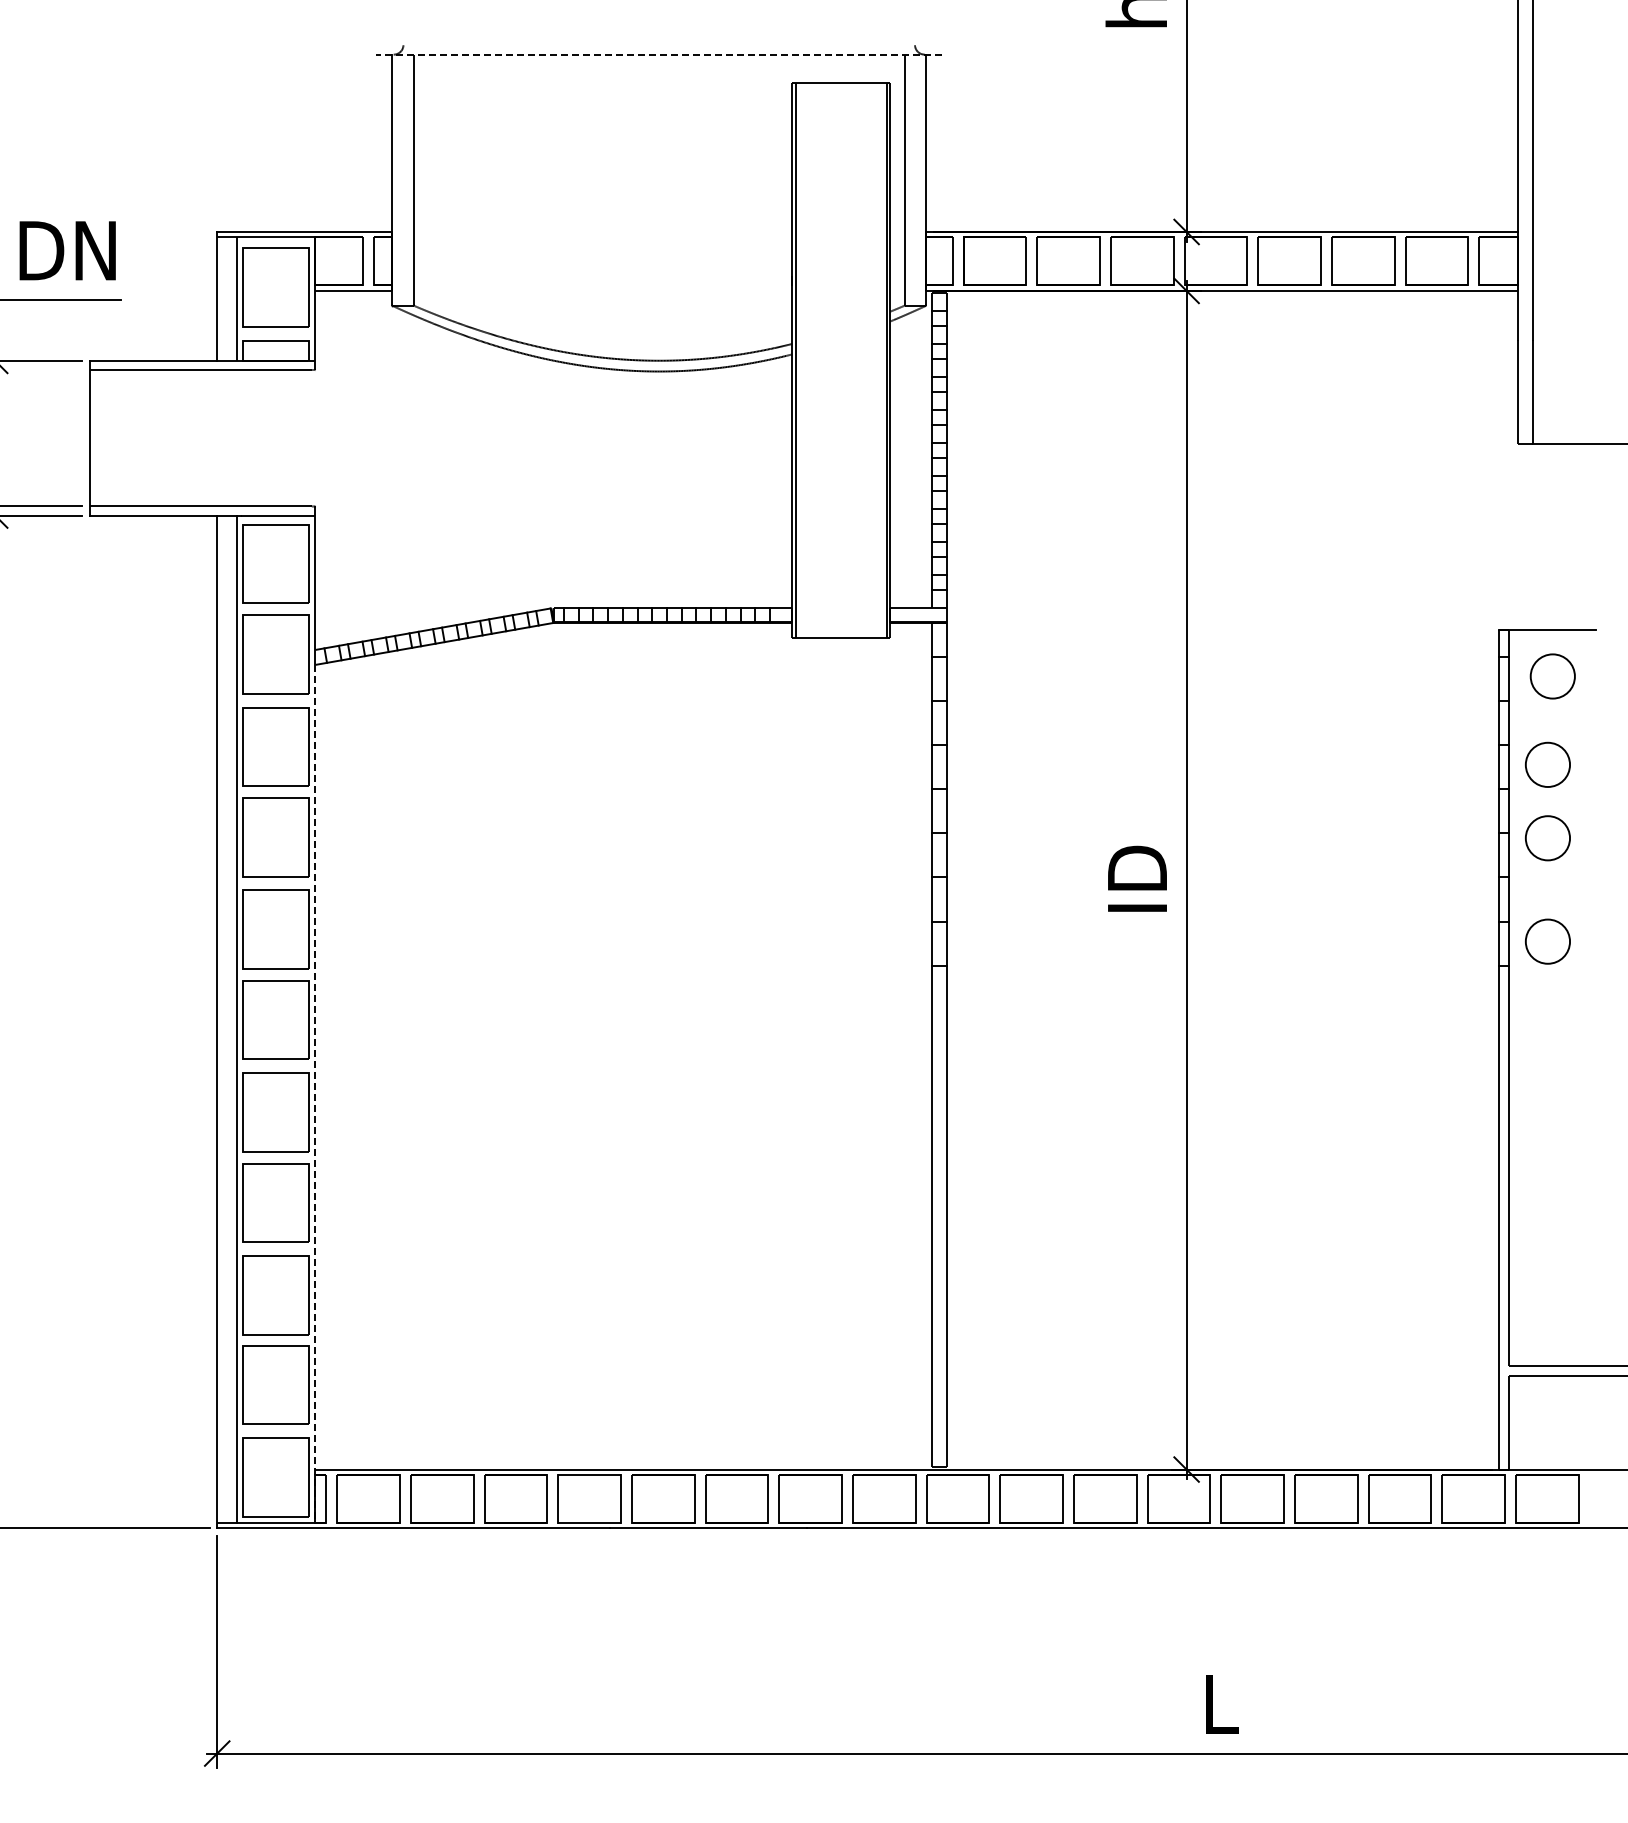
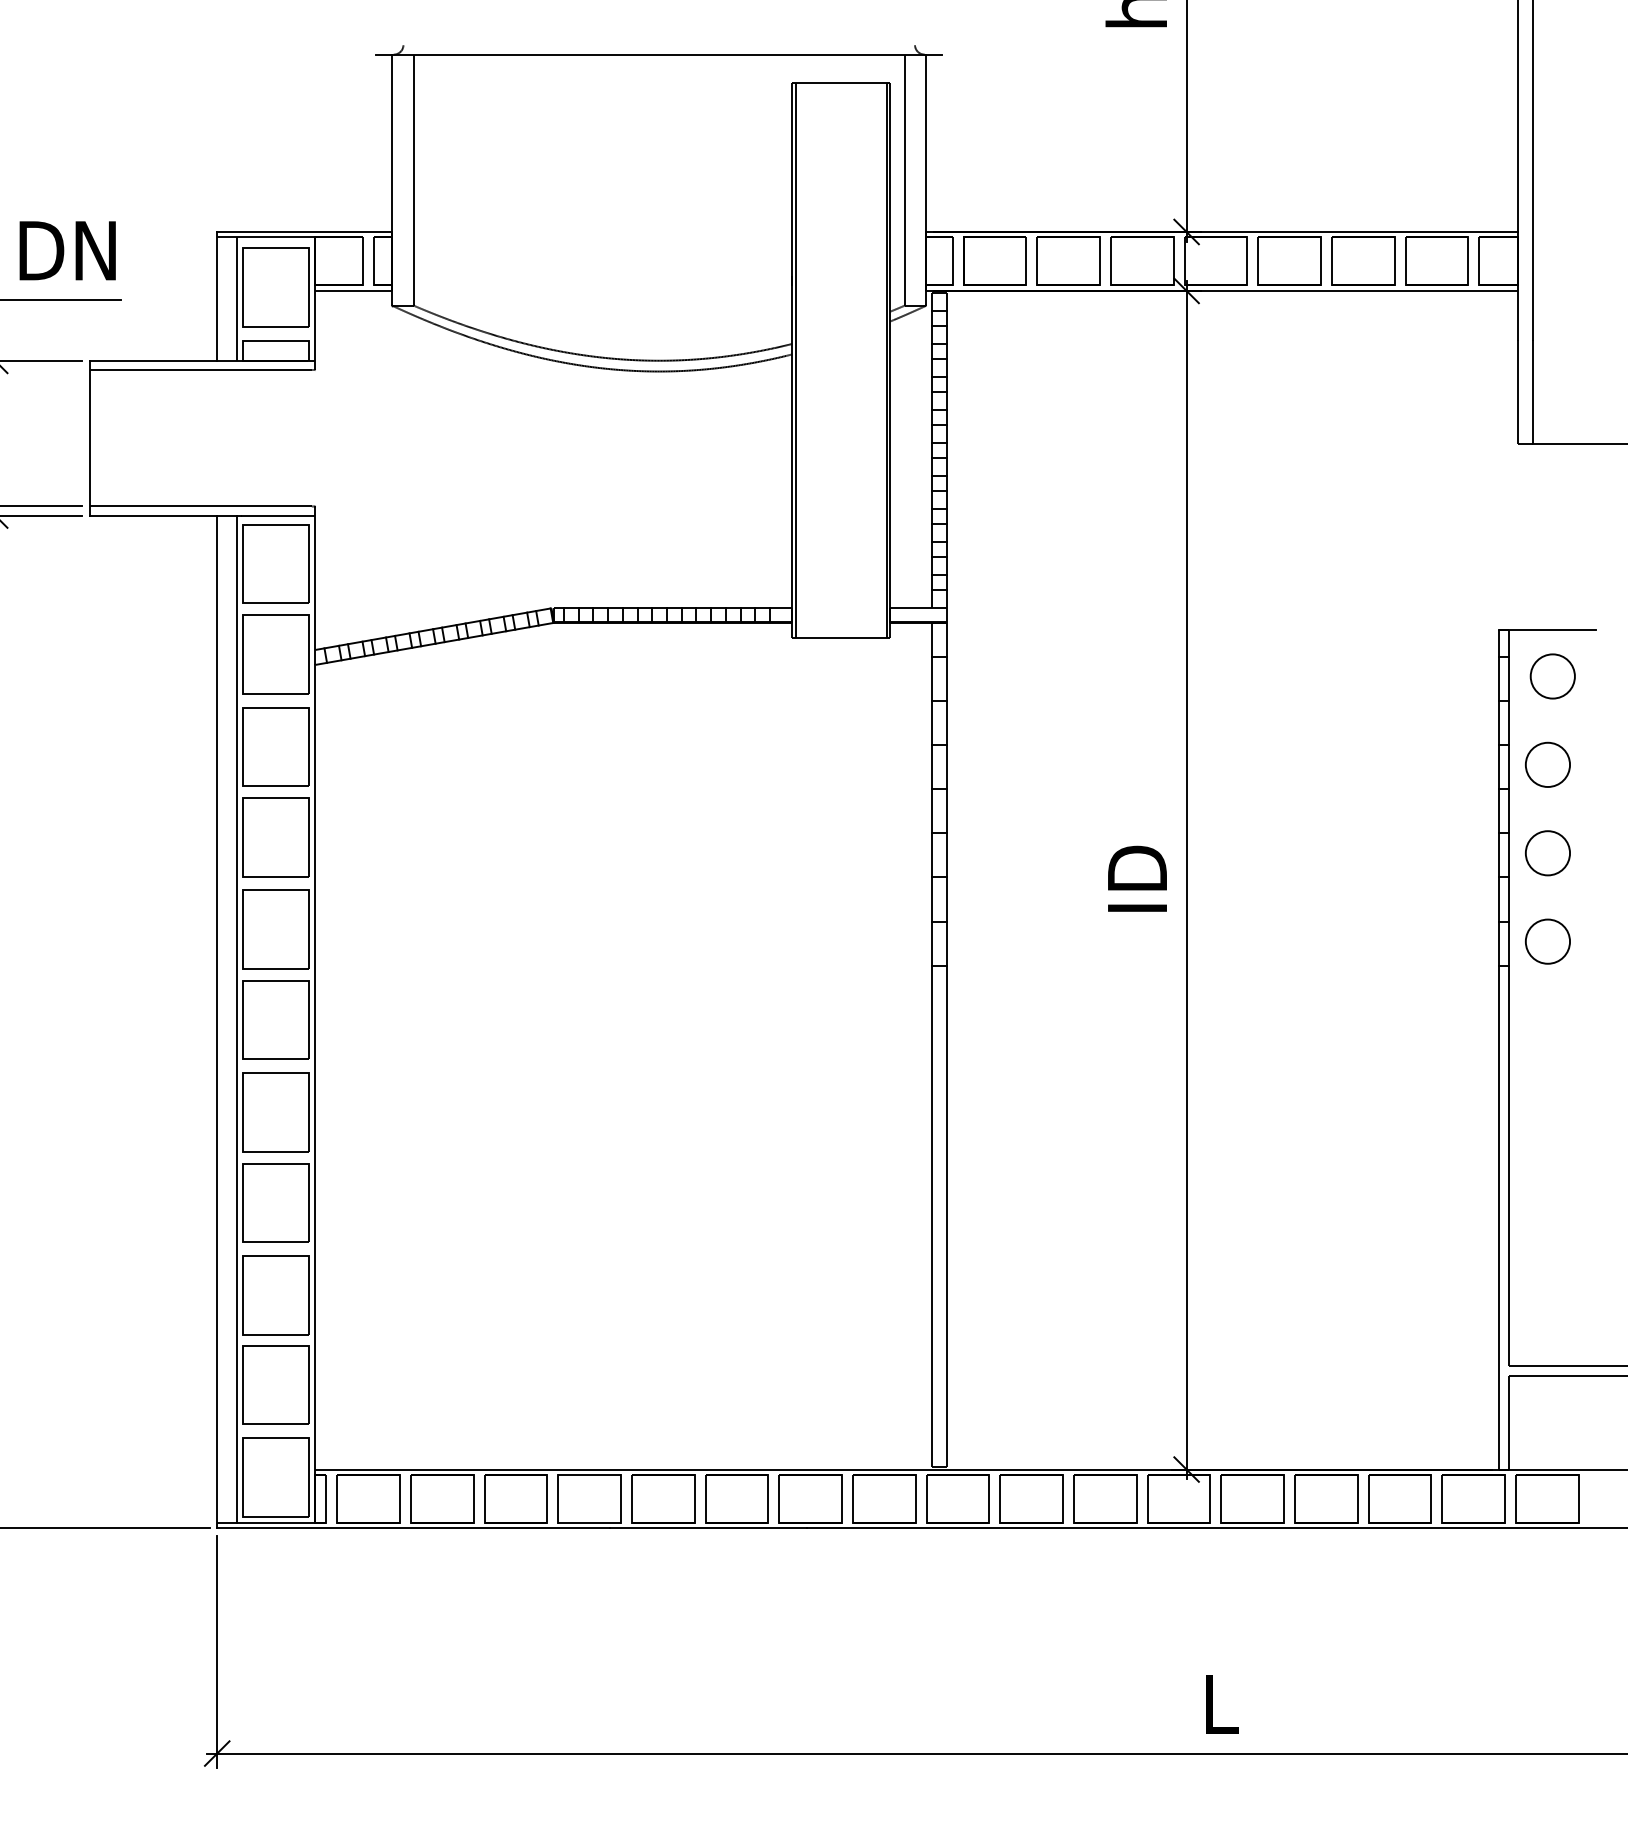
line at (659, 54): dashed -> solid
circle at (1547, 838) position: (1547, 838) -> (1547, 853)
line at (315, 1094): dashed -> solid
